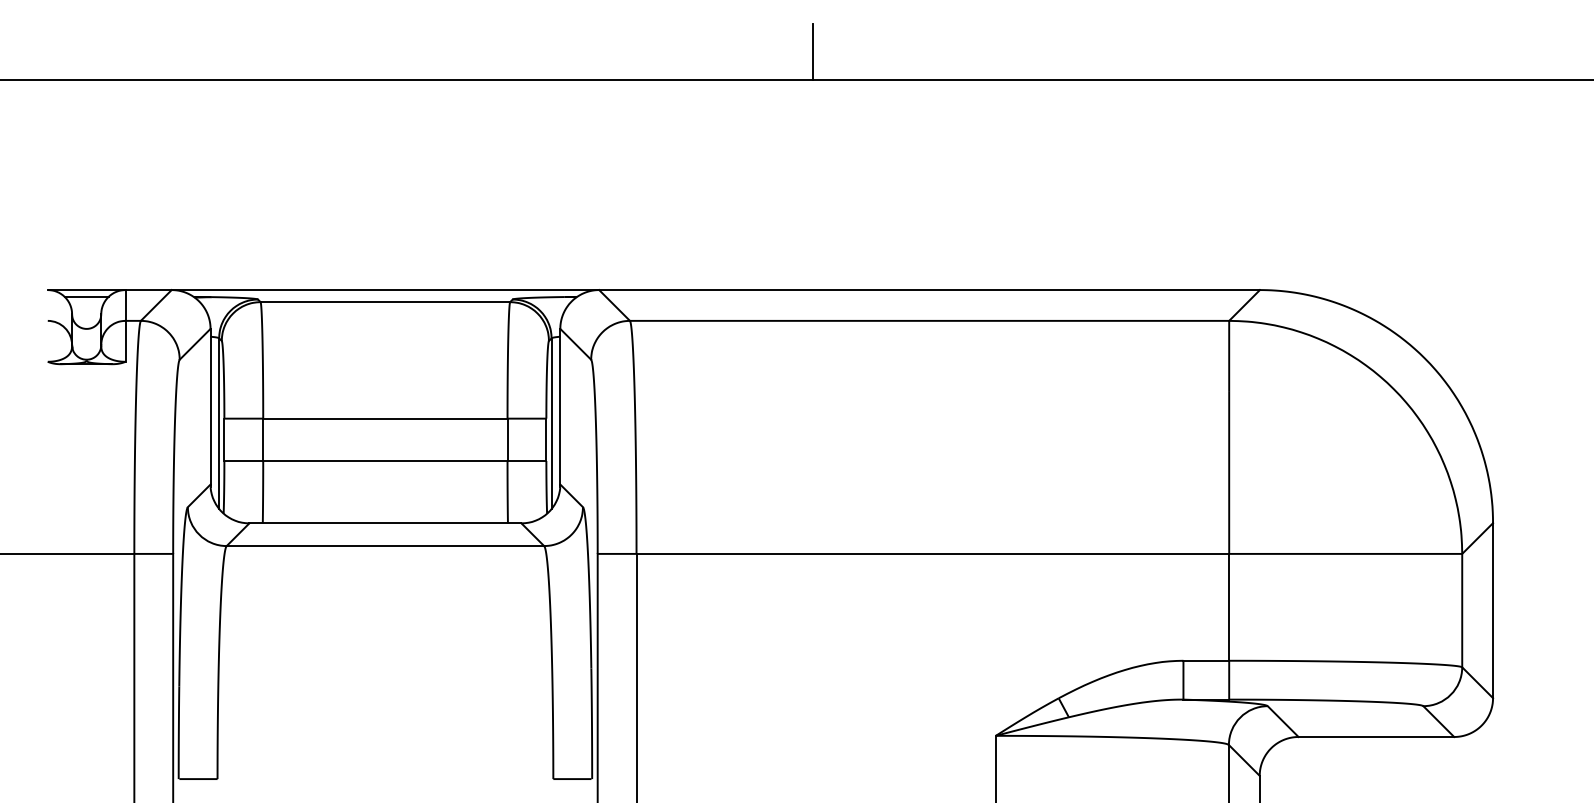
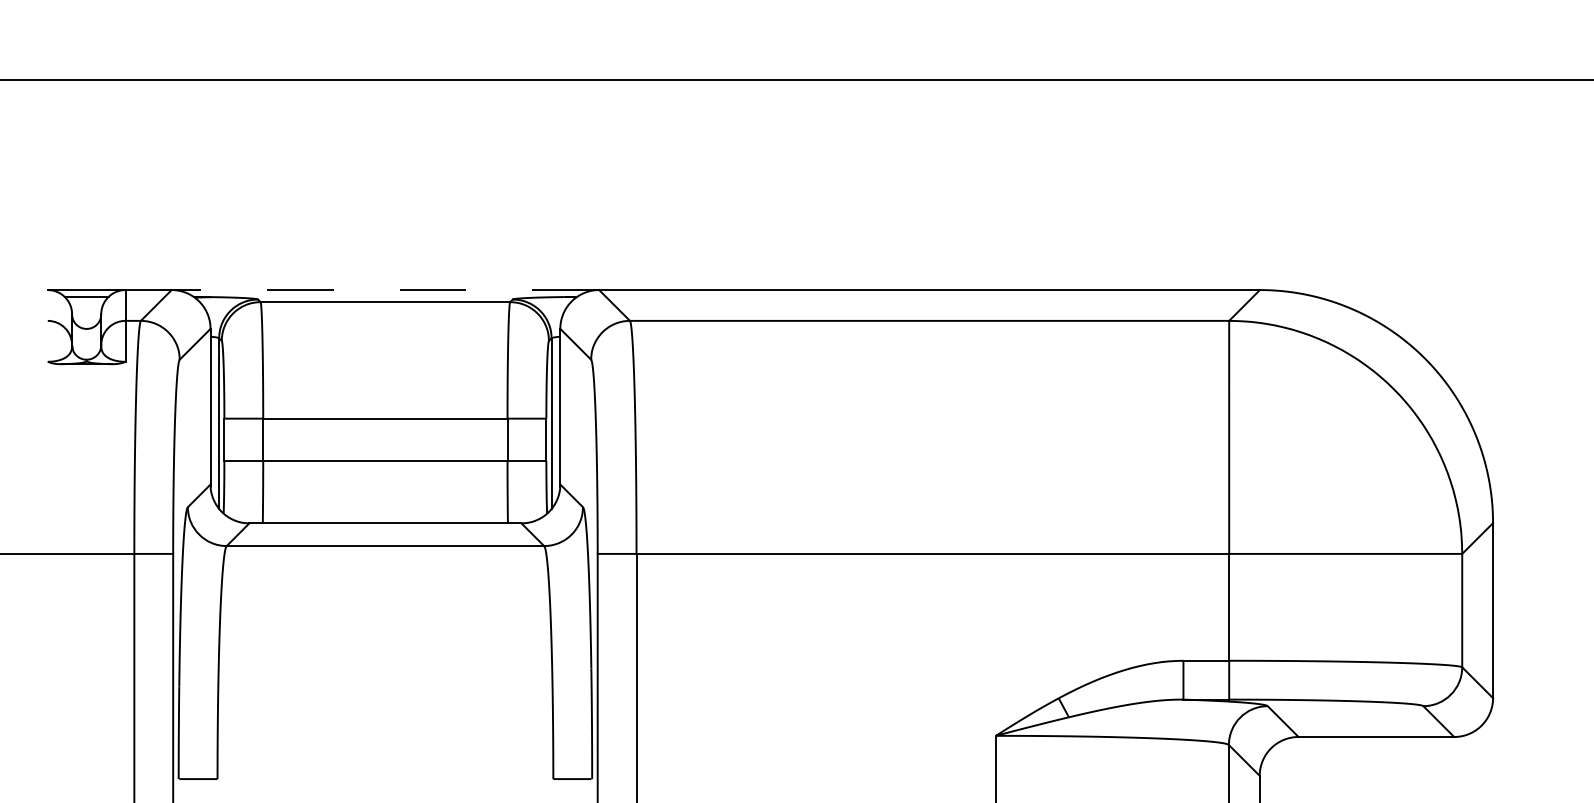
line at (813, 51): present -> none
line at (384, 290): solid -> dashed
